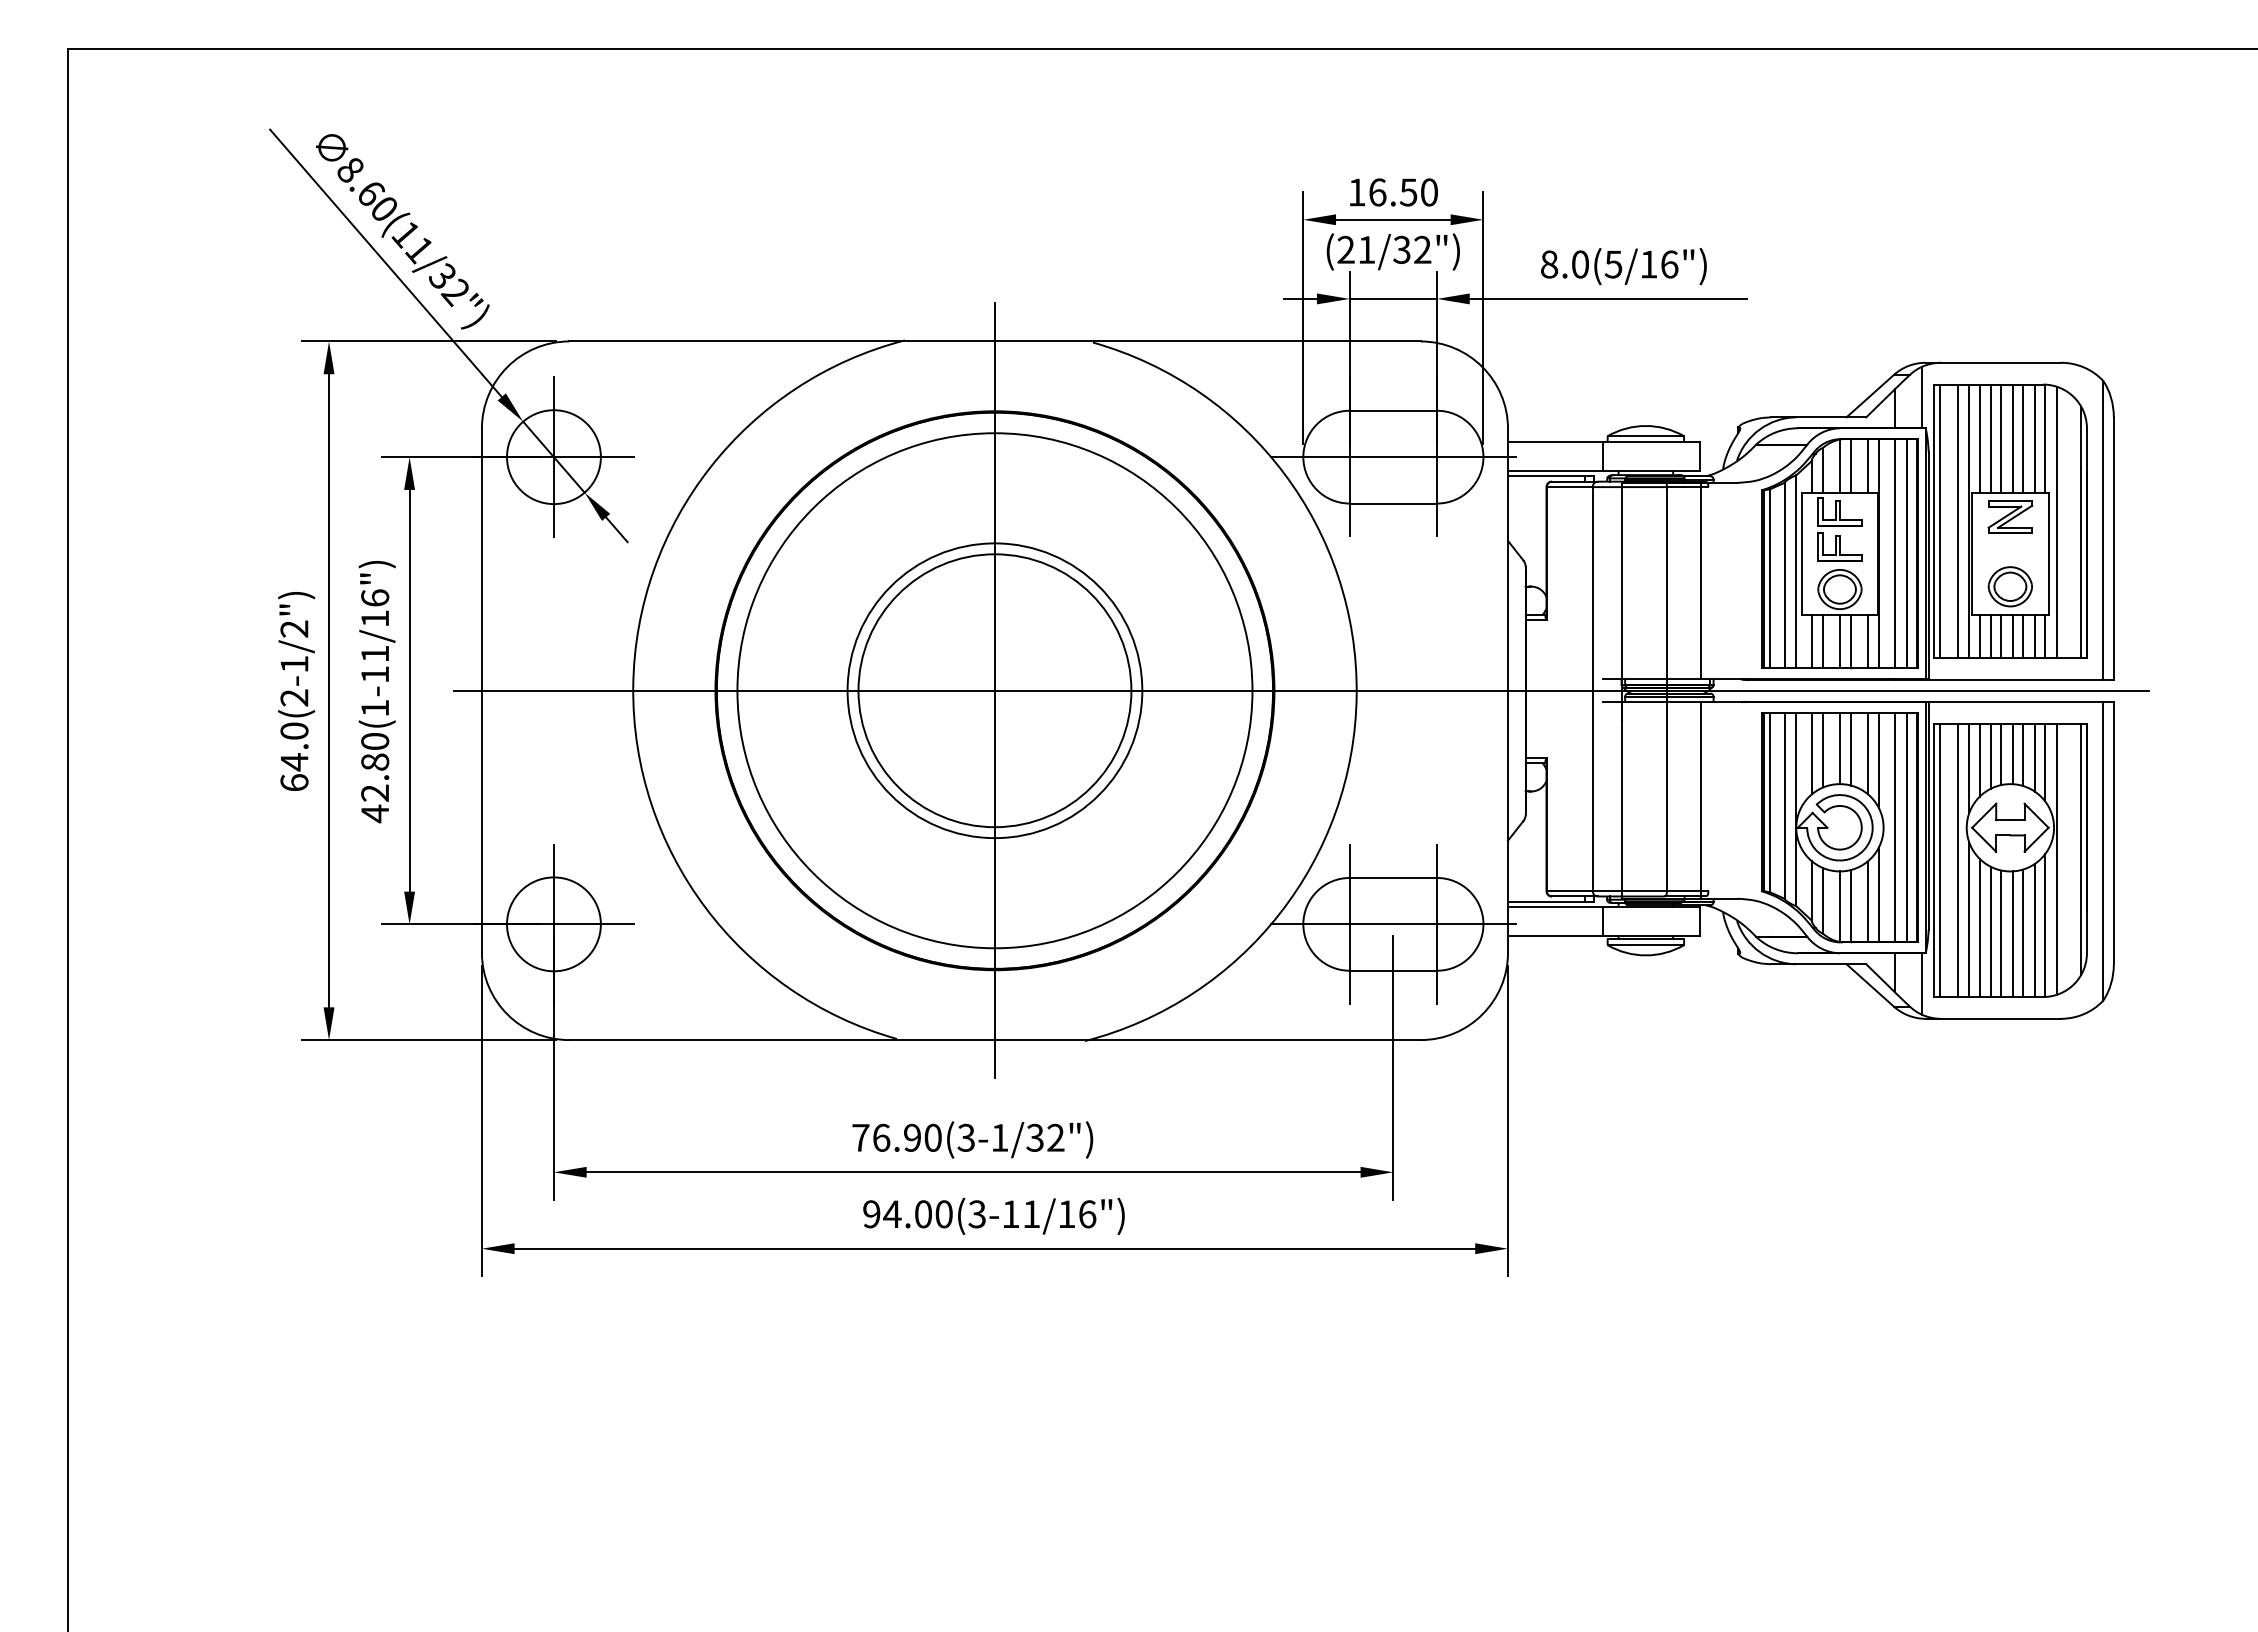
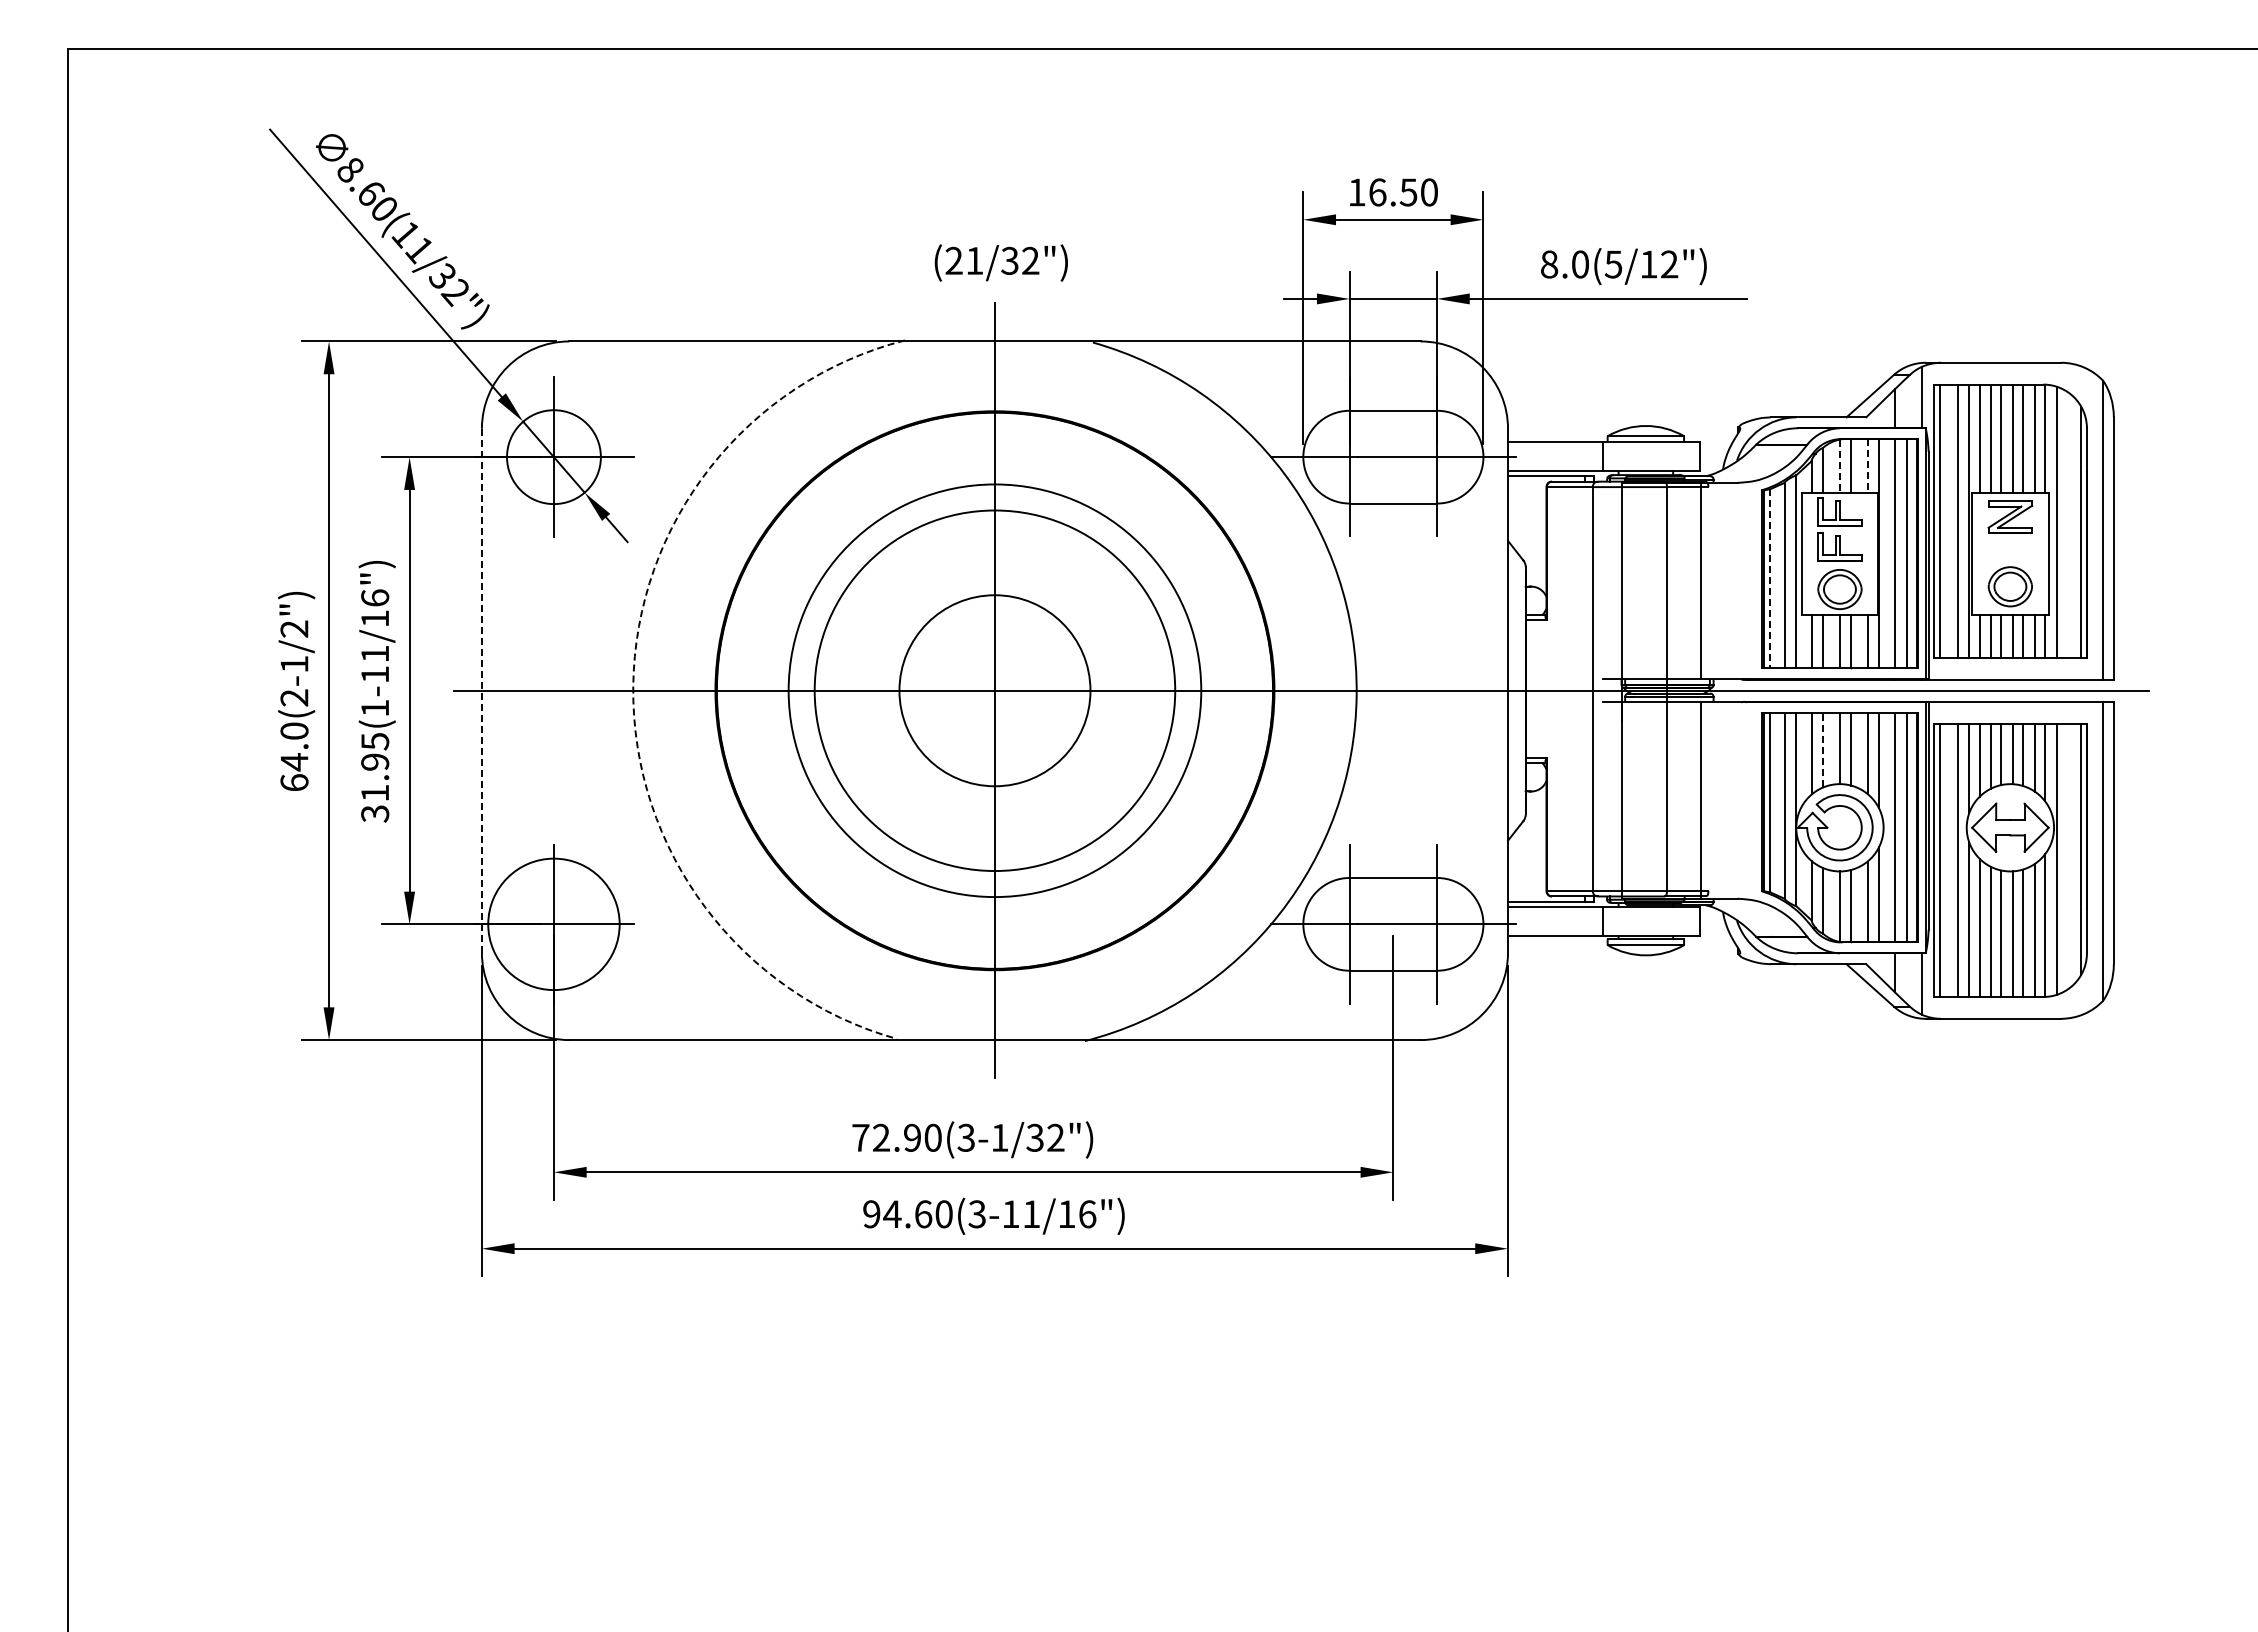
text at (1392, 251) position: (1392, 251) -> (1000, 262)
text at (1669, 264): 8.0(5/16") -> 8.0(5/12")
line at (1839, 466): solid -> dashed
line at (1867, 466): solid -> dashed
line at (1770, 578): solid -> dashed
arc at (633, 686): solid -> dashed
line at (481, 690): solid -> dashed
circle at (994, 690) diameter: 273 px -> 191 px
circle at (994, 690) diameter: 295 px -> 413 px
circle at (994, 690) diameter: 515 px -> 361 px
line at (1823, 749): solid -> dashed
text at (375, 778): 42.80(1-11/16") -> 31.95(1-11/16")
circle at (553, 924) diameter: 94 px -> 131 px
text at (881, 1137): 76.90(3-1/32") -> 72.90(3-1/32")
text at (923, 1214): 94.00(3-11/16") -> 94.60(3-11/16")
